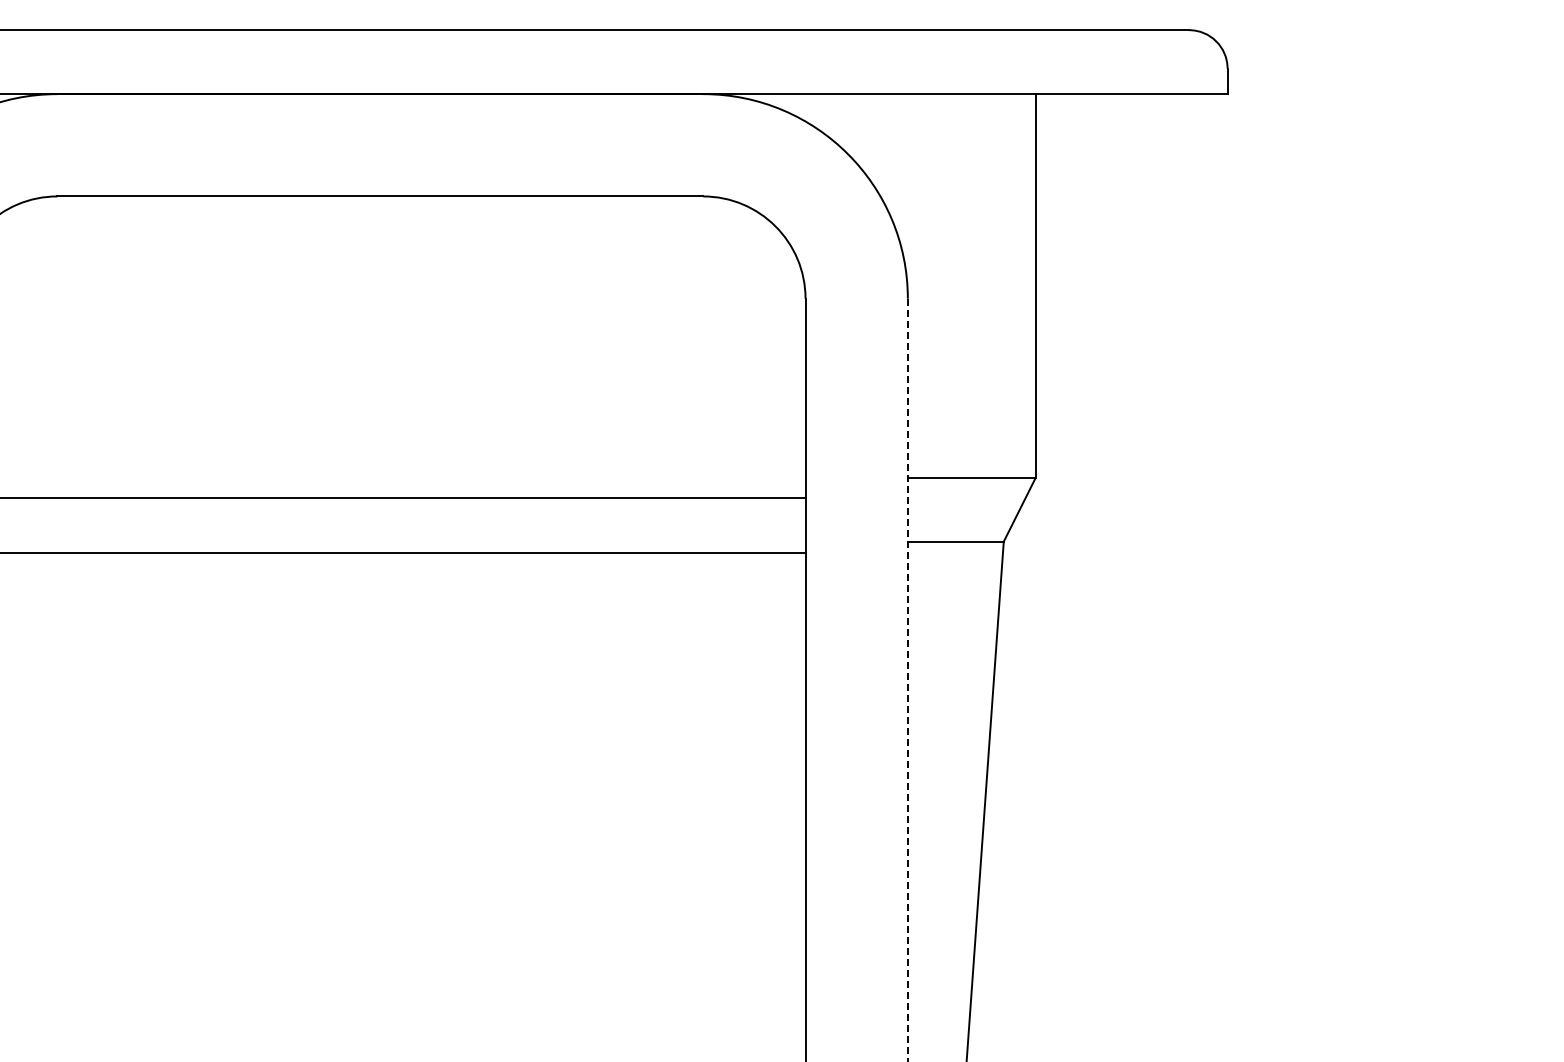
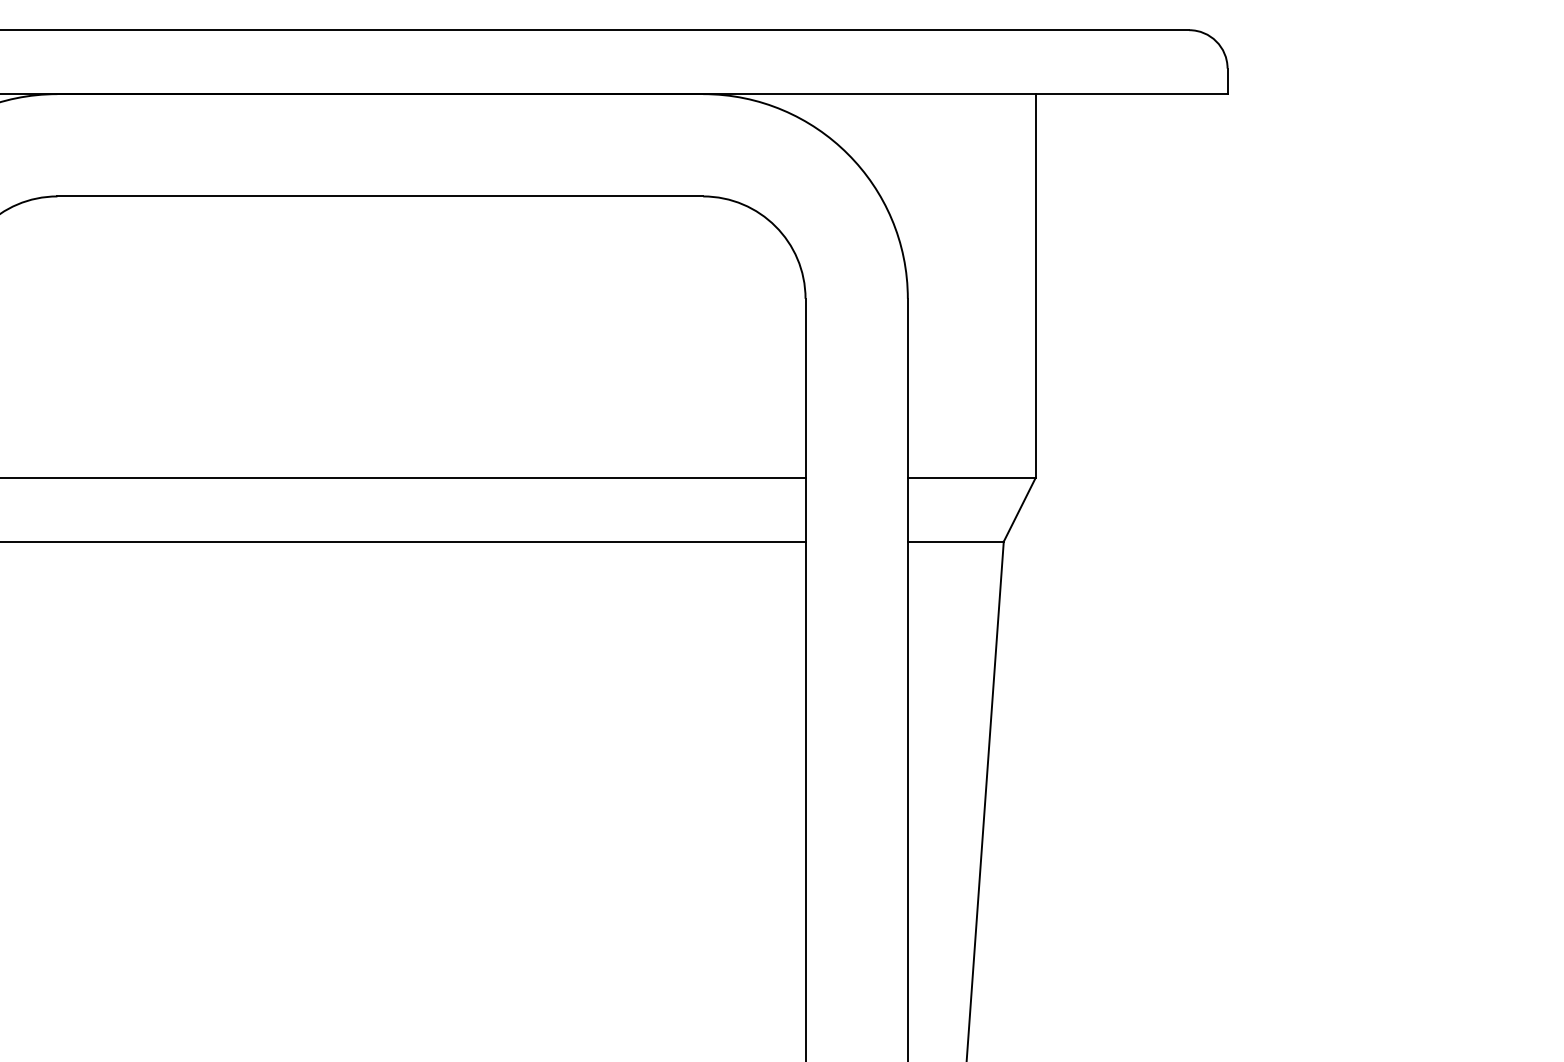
line at (403, 497) position: (403, 497) -> (403, 477)
line at (403, 552) position: (403, 552) -> (403, 541)
line at (907, 680): dashed -> solid
